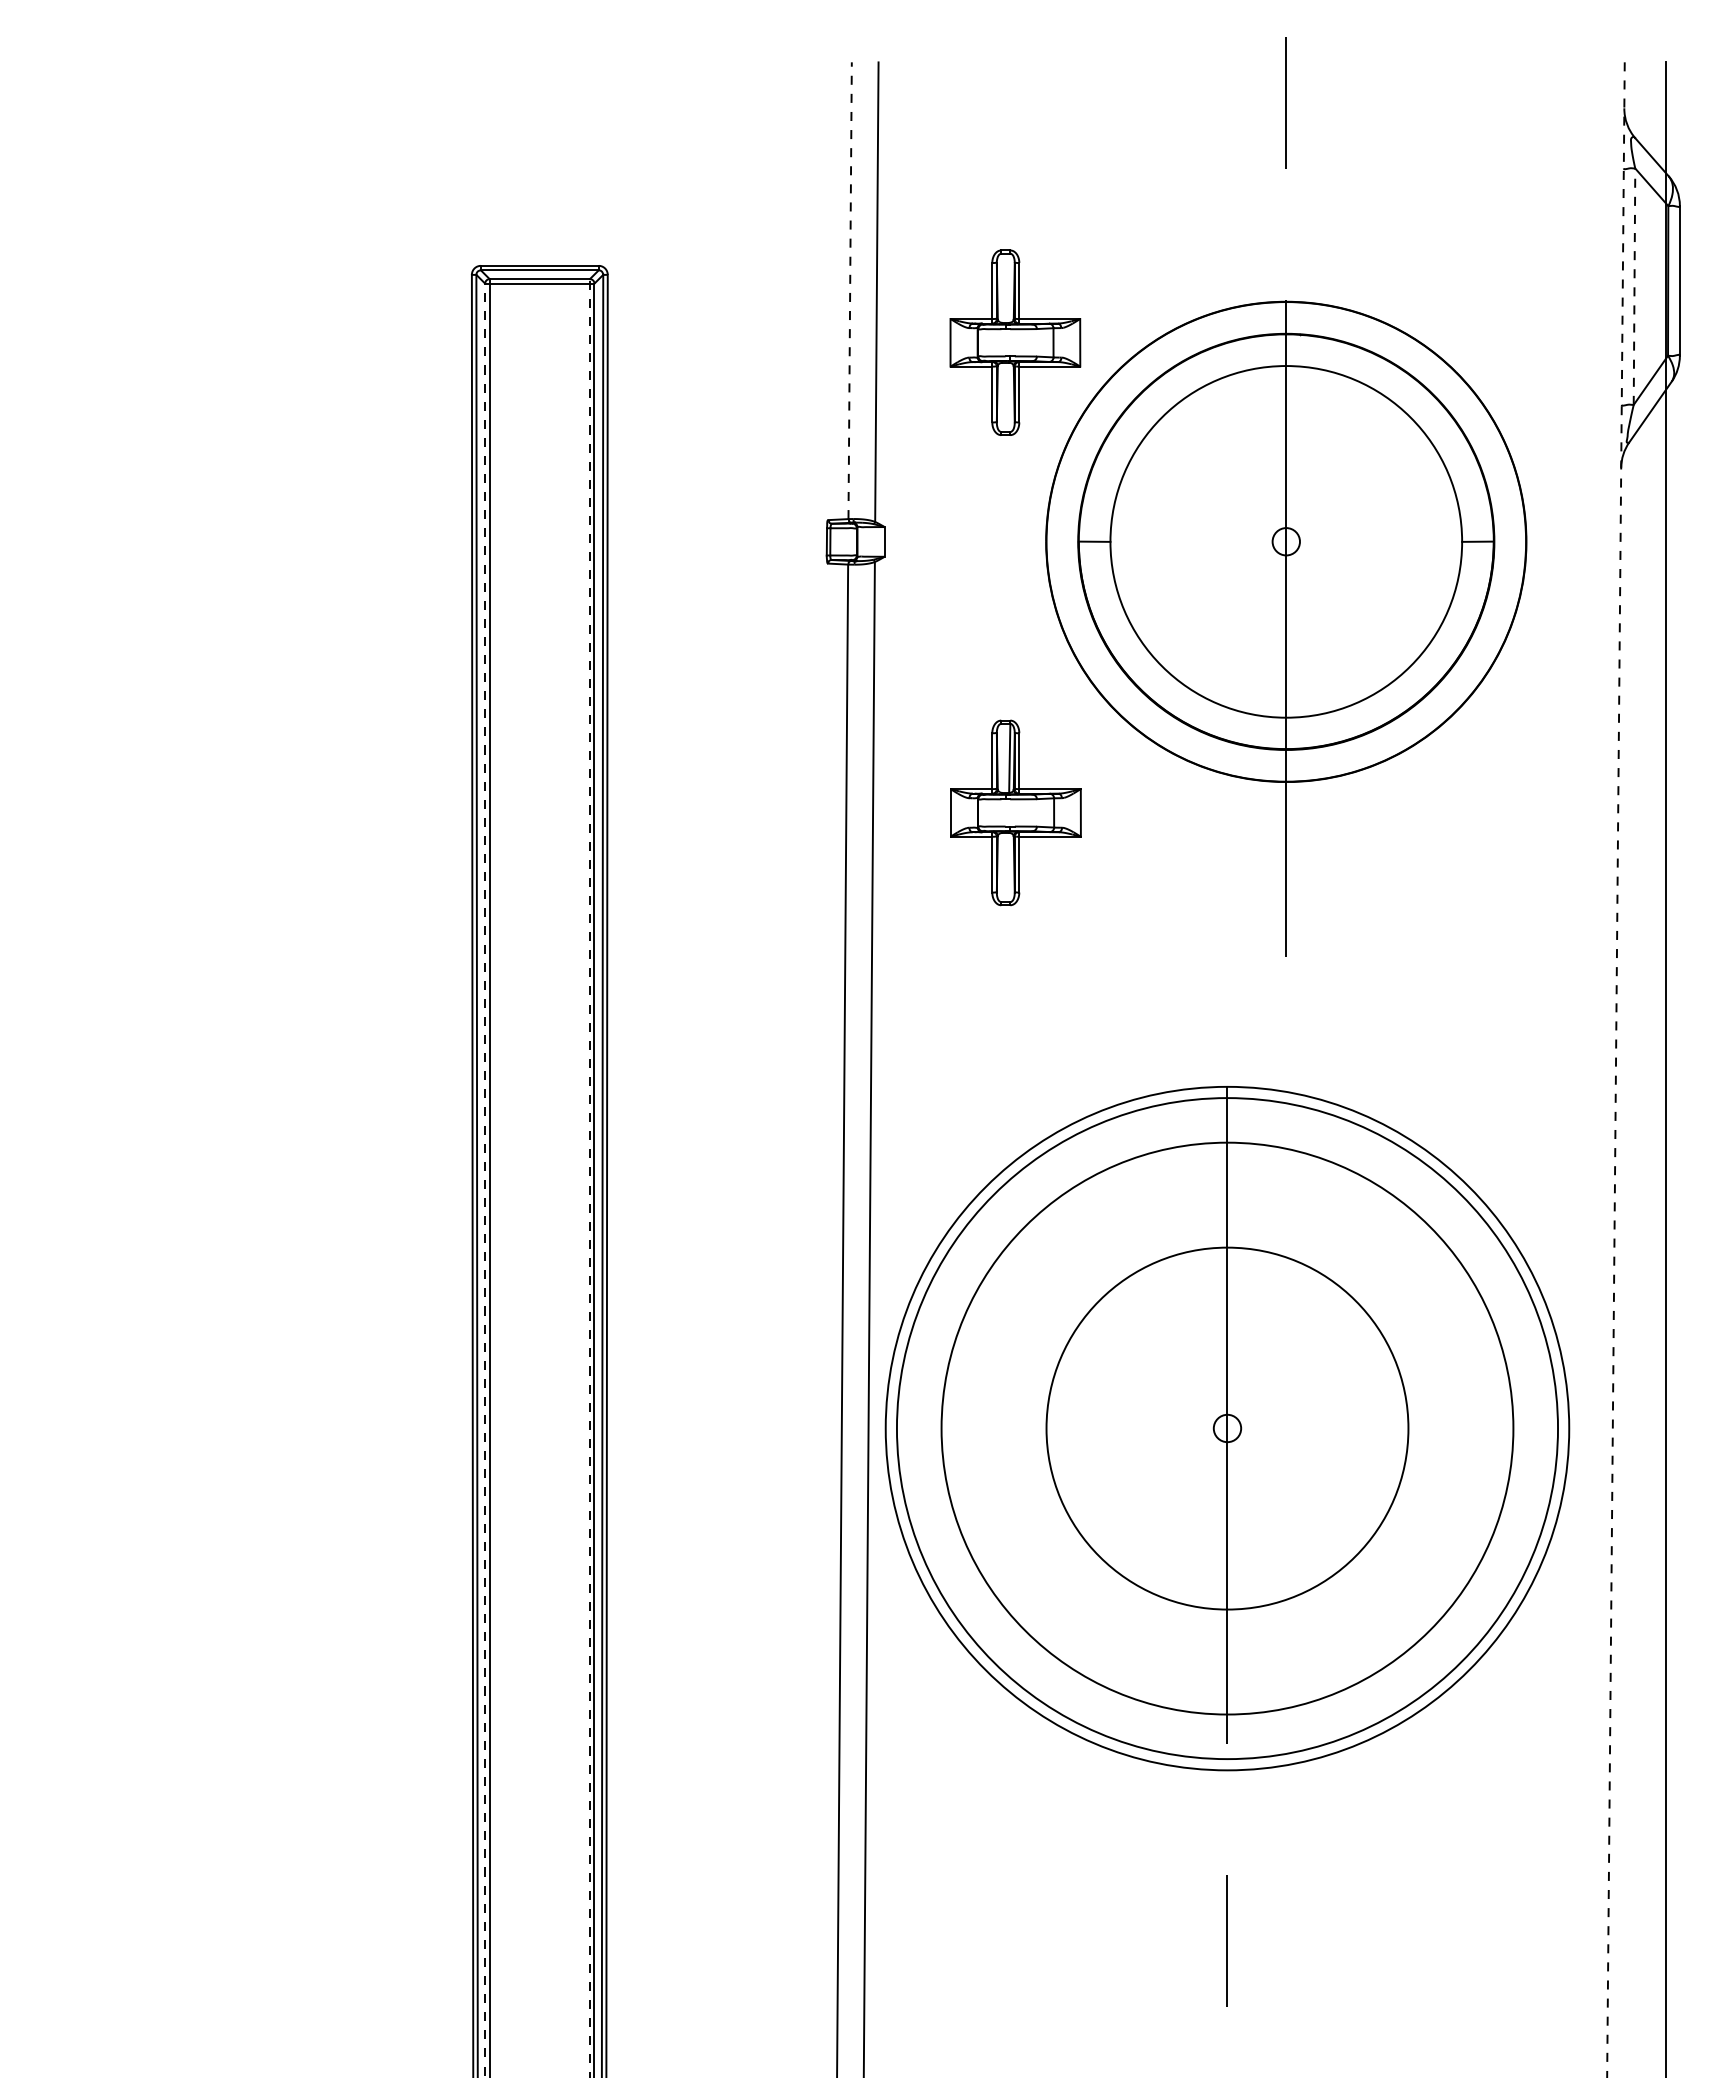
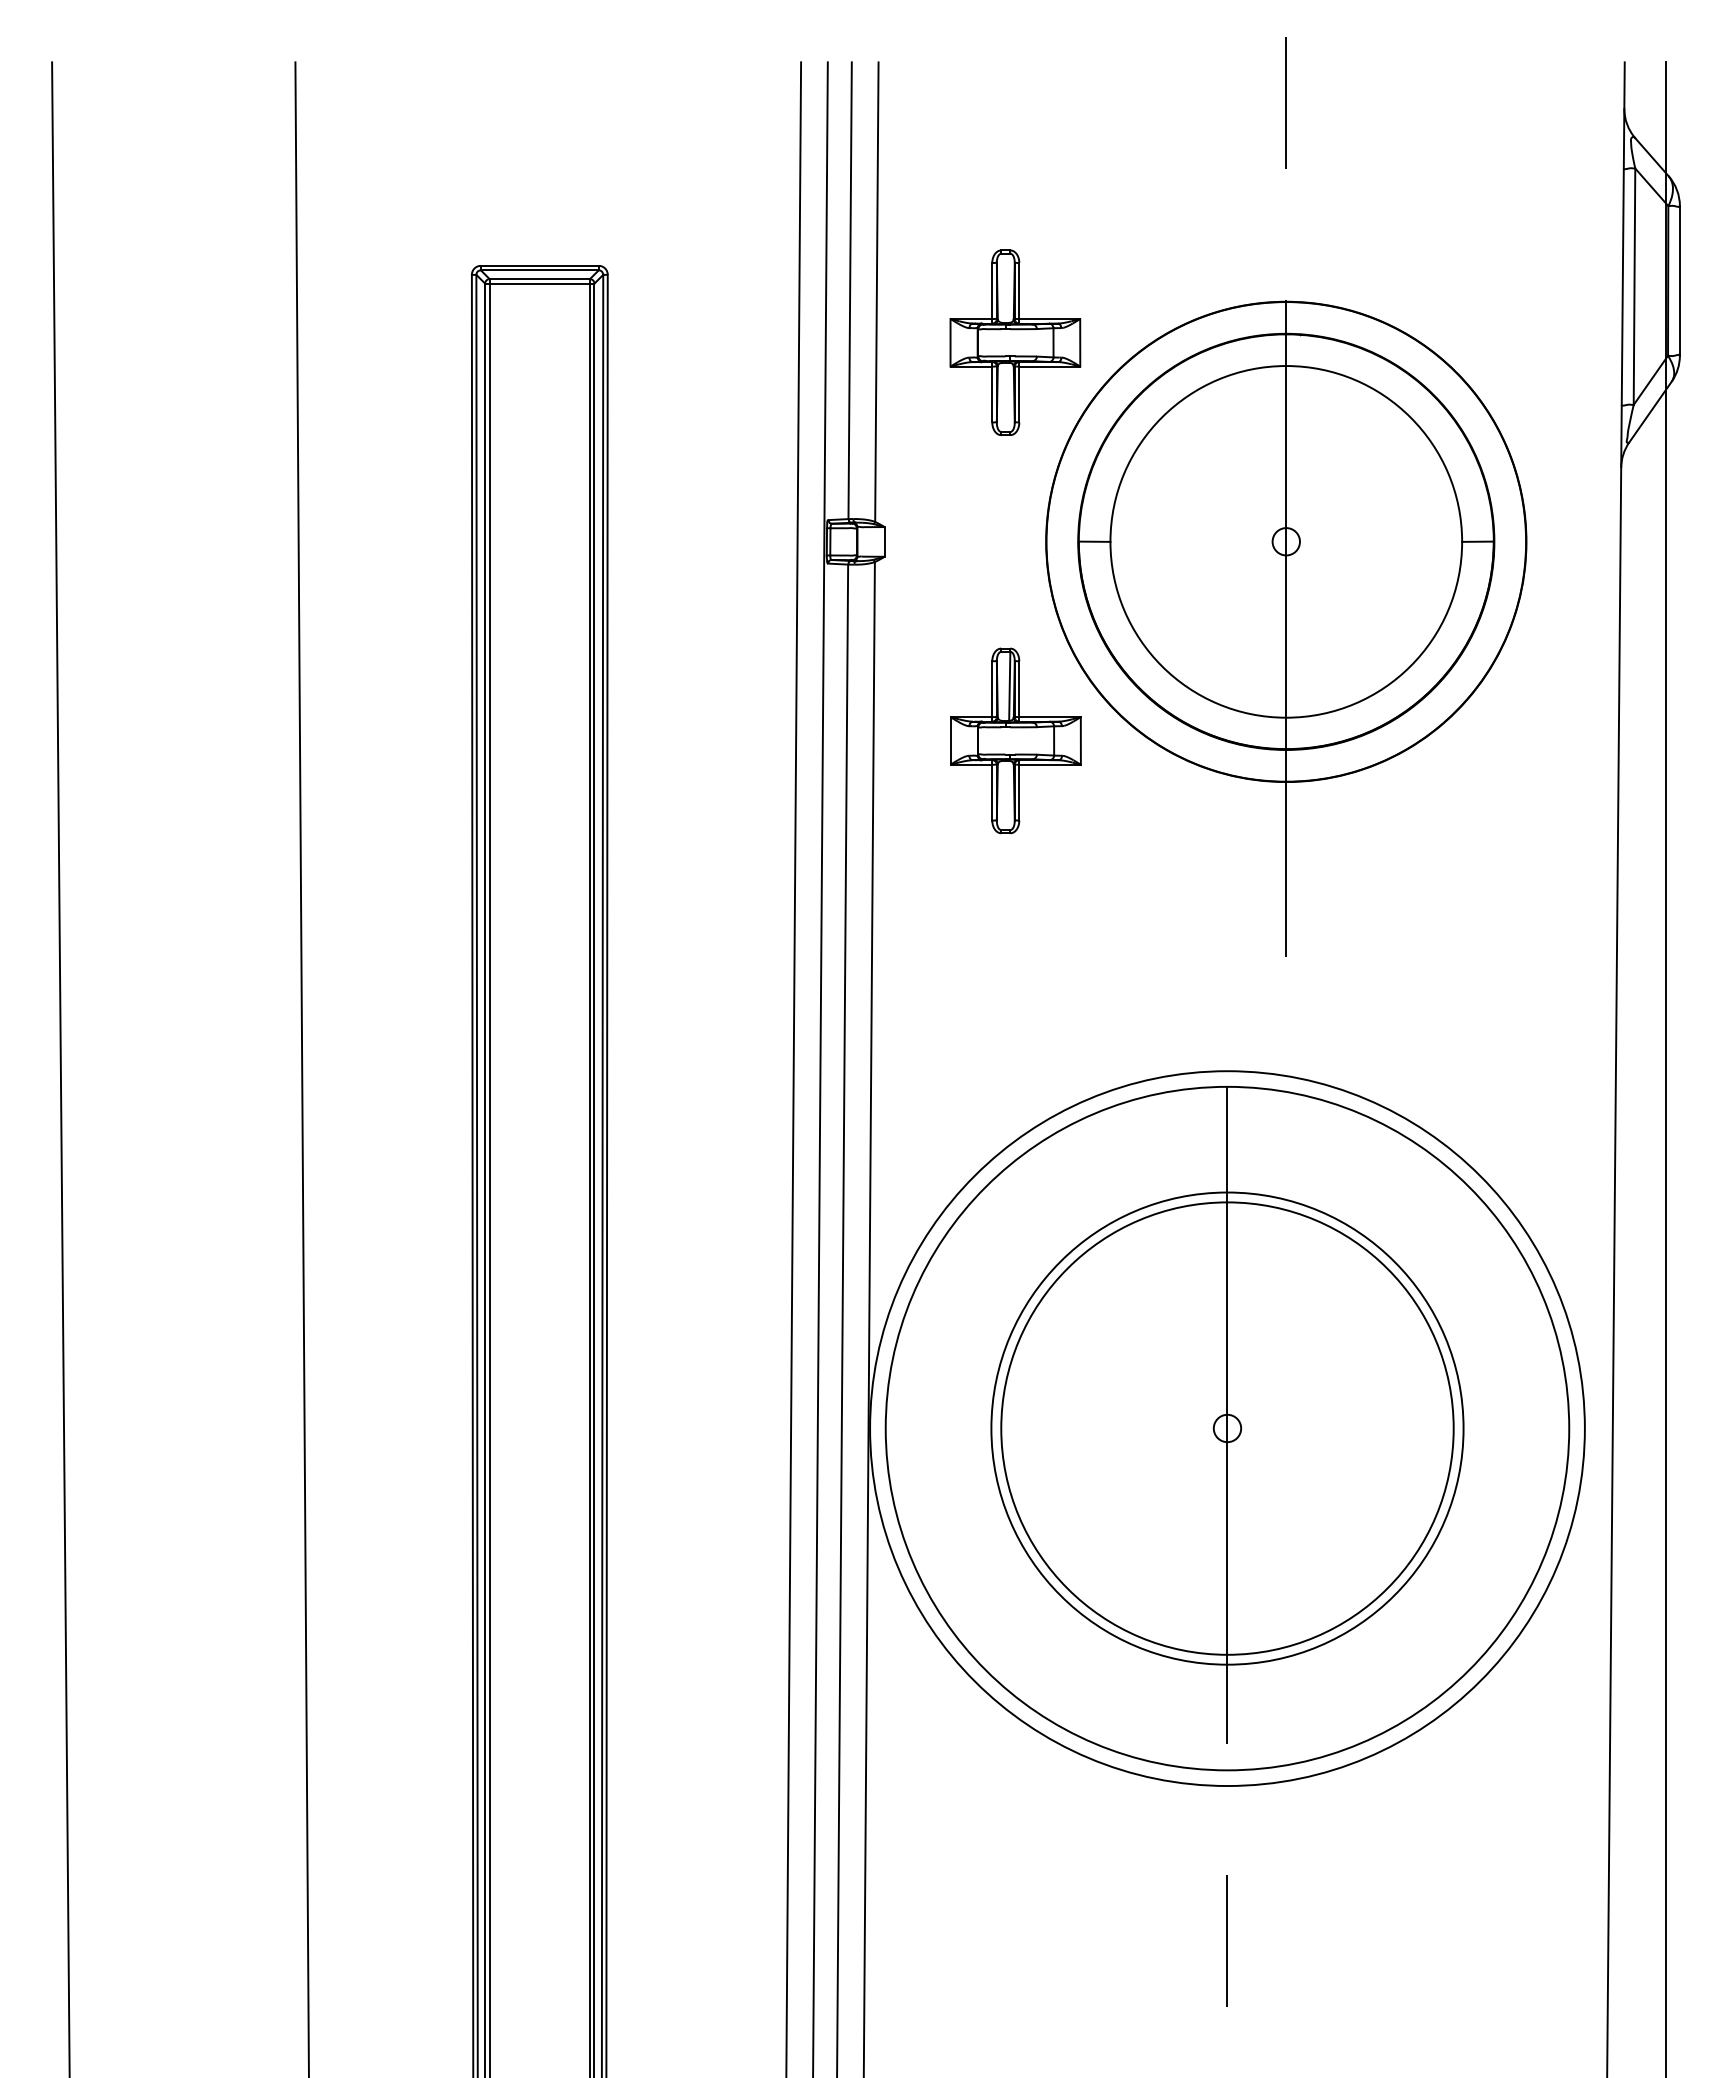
line at (1634, 286): dashed -> solid
line at (850, 290): dashed -> solid
part at (1015, 812) position: (1015, 812) -> (1015, 740)
line at (60, 1068): none -> present
line at (301, 1068): none -> present
line at (793, 1068): none -> present
line at (820, 1068): none -> present
line at (1615, 1070): dashed -> solid
line at (589, 1178): dashed -> solid
line at (485, 1180): dashed -> solid
circle at (1227, 1428) diameter: 362 px -> 452 px
circle at (1227, 1428) diameter: 572 px -> 715 px
circle at (1227, 1428) diameter: 661 px -> 472 px
